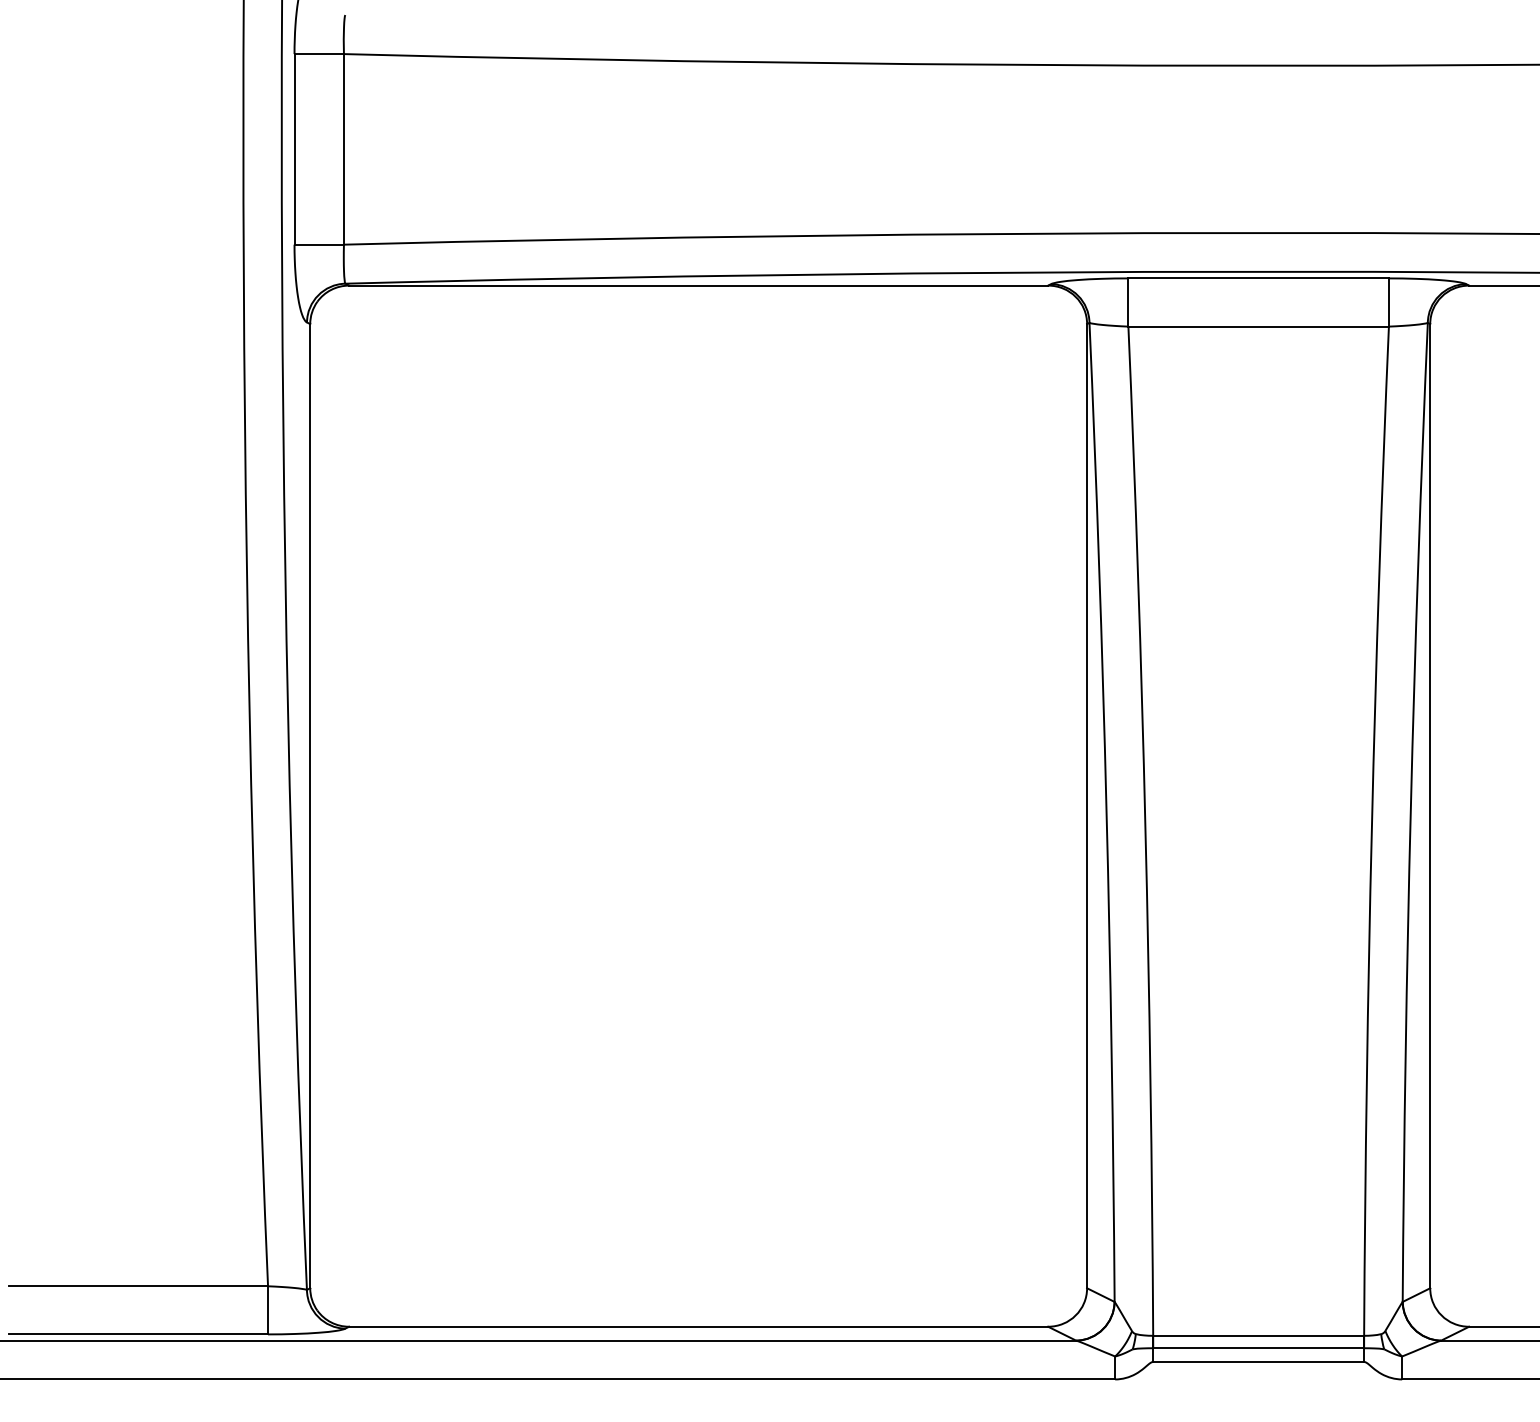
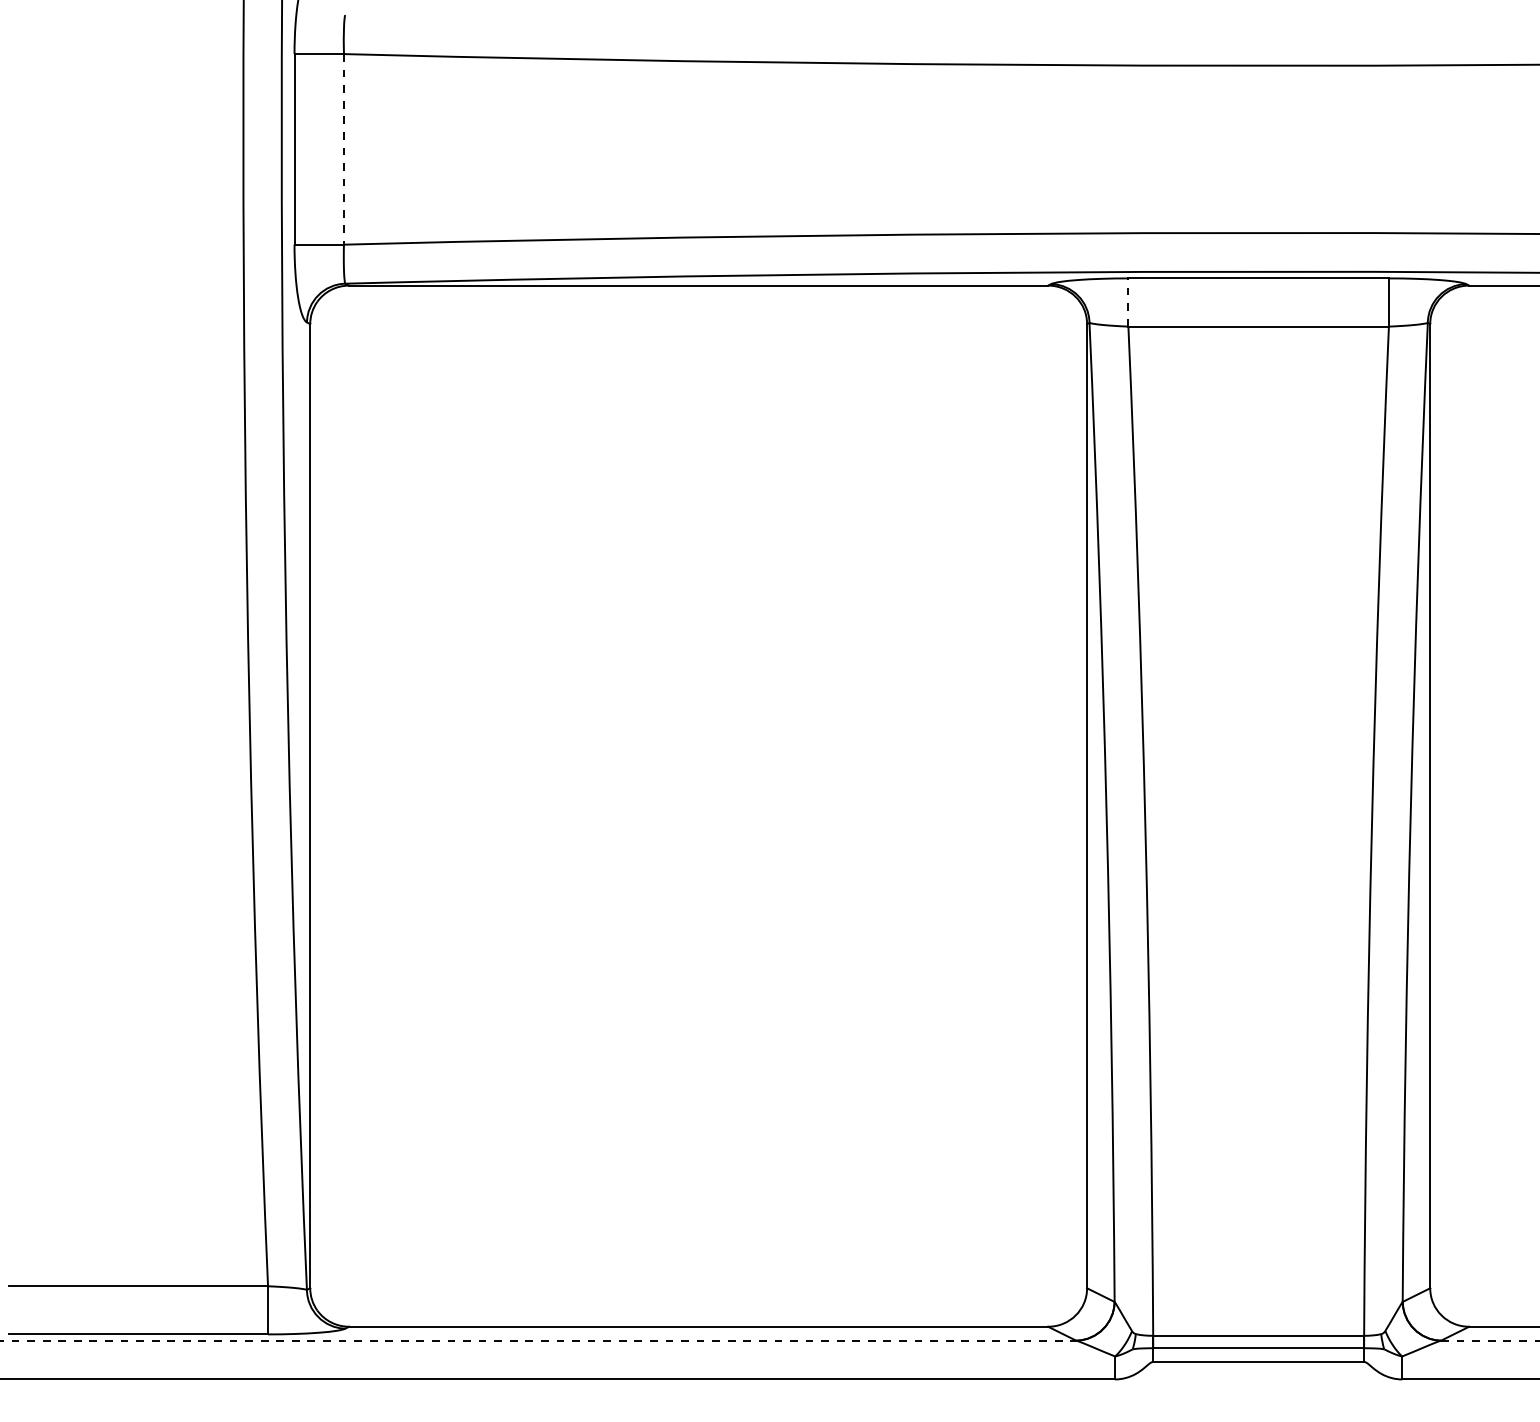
line at (343, 149): solid -> dashed
line at (1128, 302): solid -> dashed
line at (538, 1340): solid -> dashed
line at (1490, 1340): solid -> dashed
